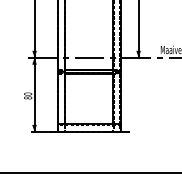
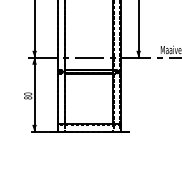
line at (90, 173): present -> none
